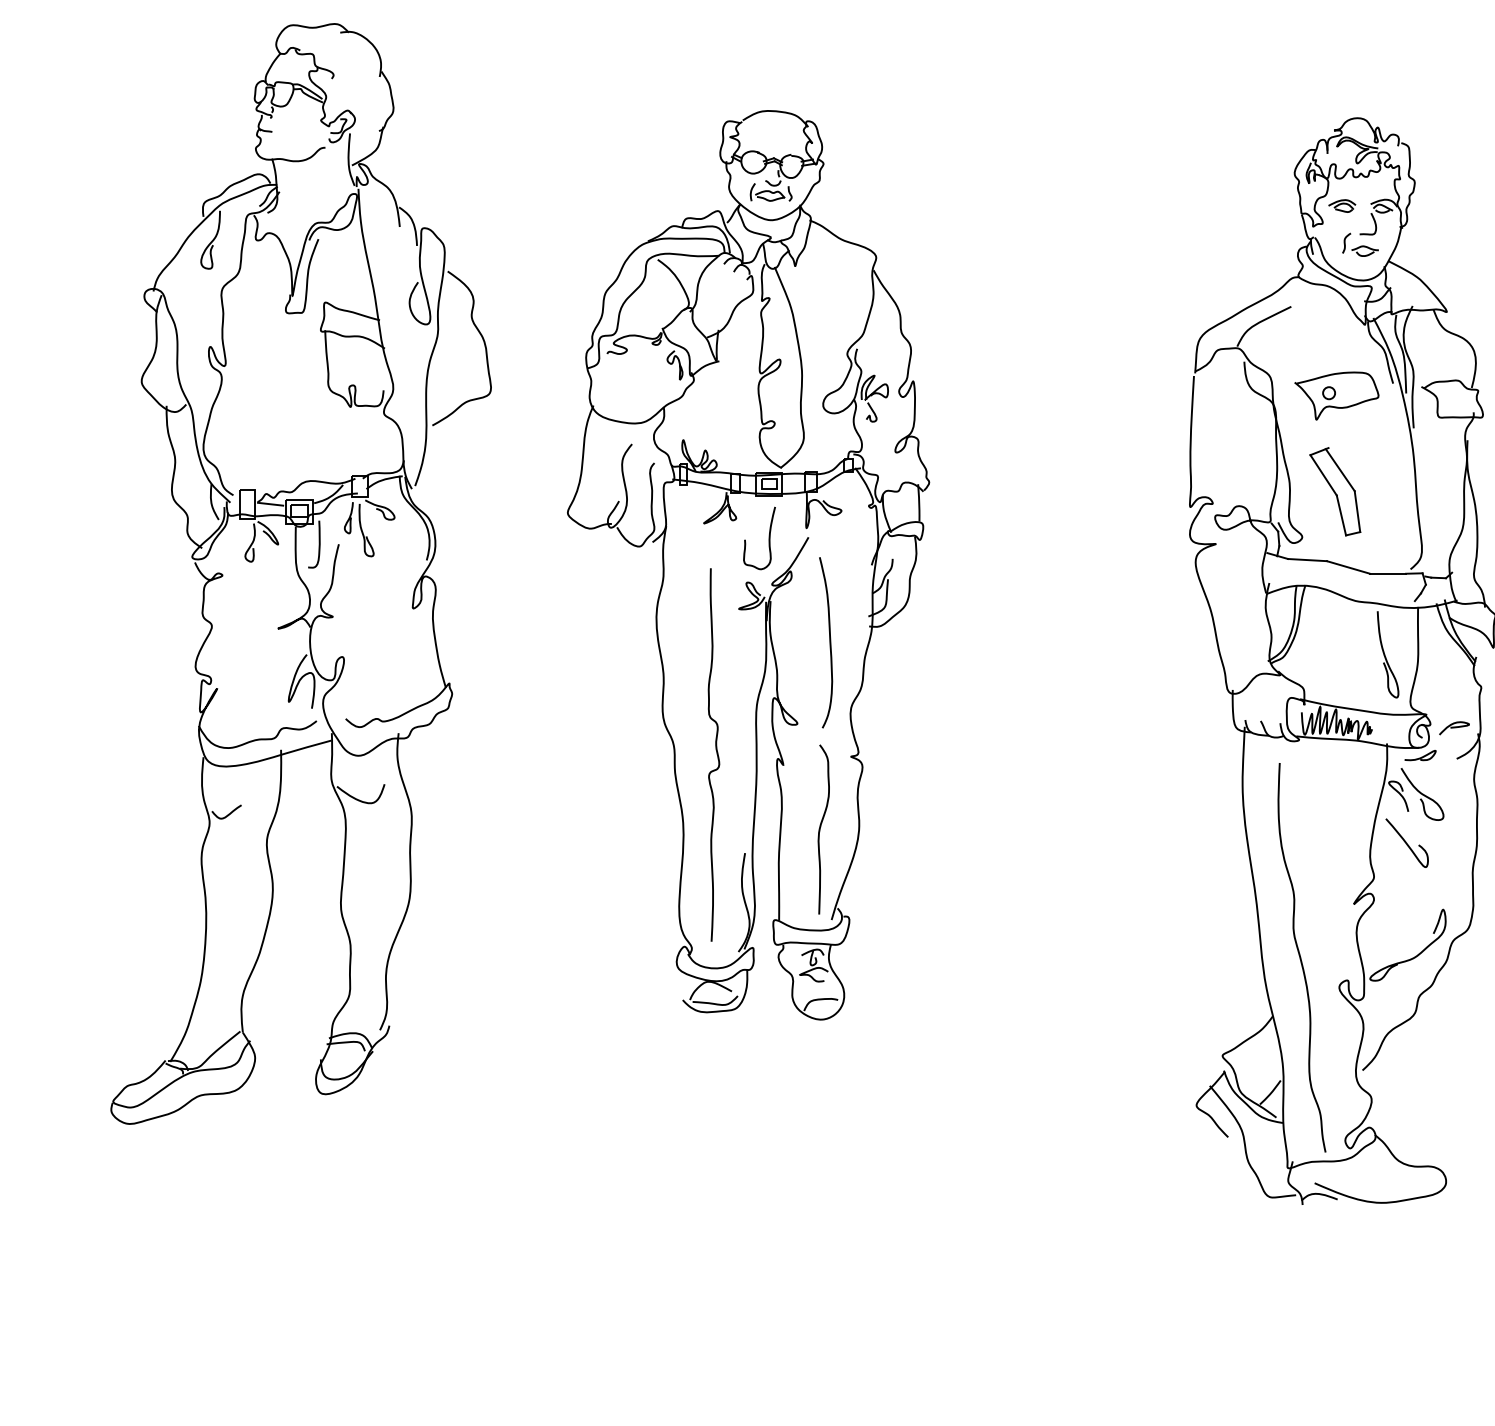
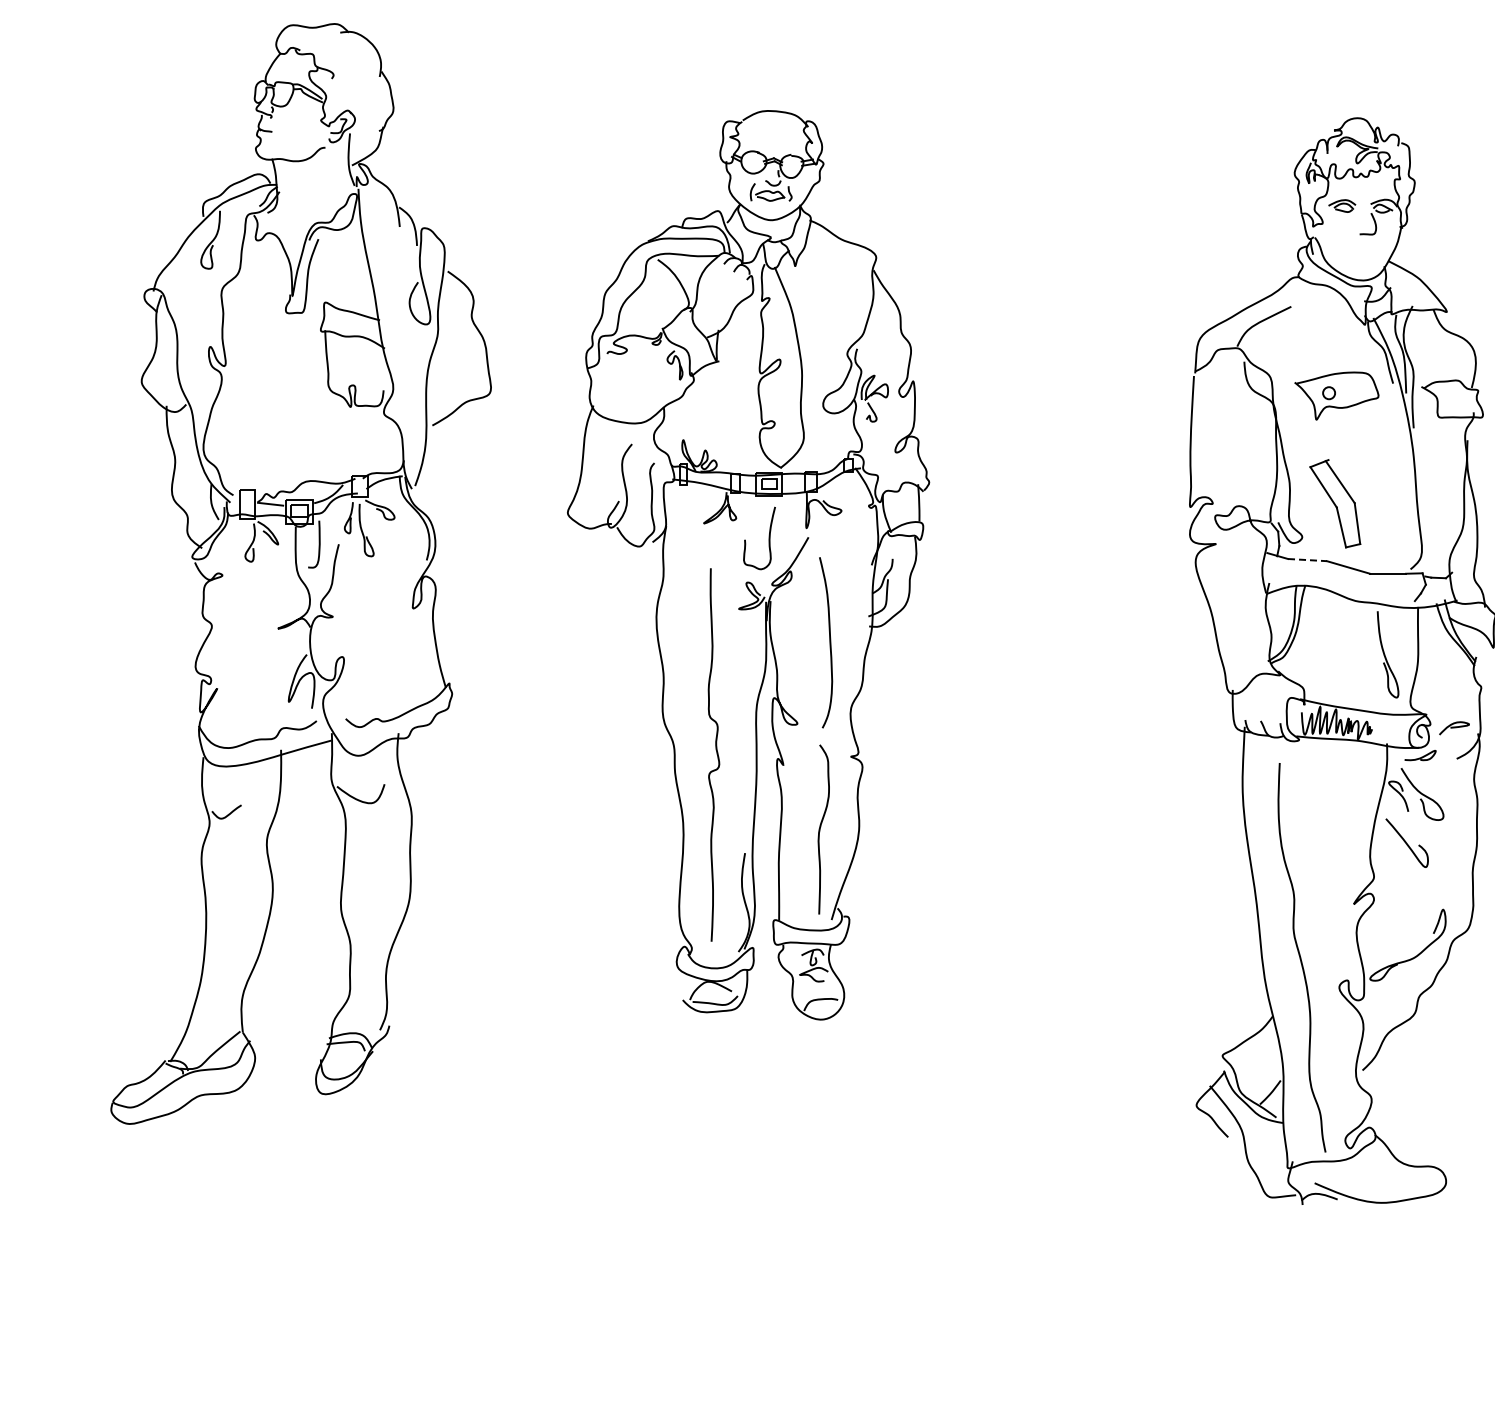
part at (1360, 244): present -> none
part at (1335, 491) position: (1335, 491) -> (1335, 503)
line at (1307, 560): solid -> dashed
